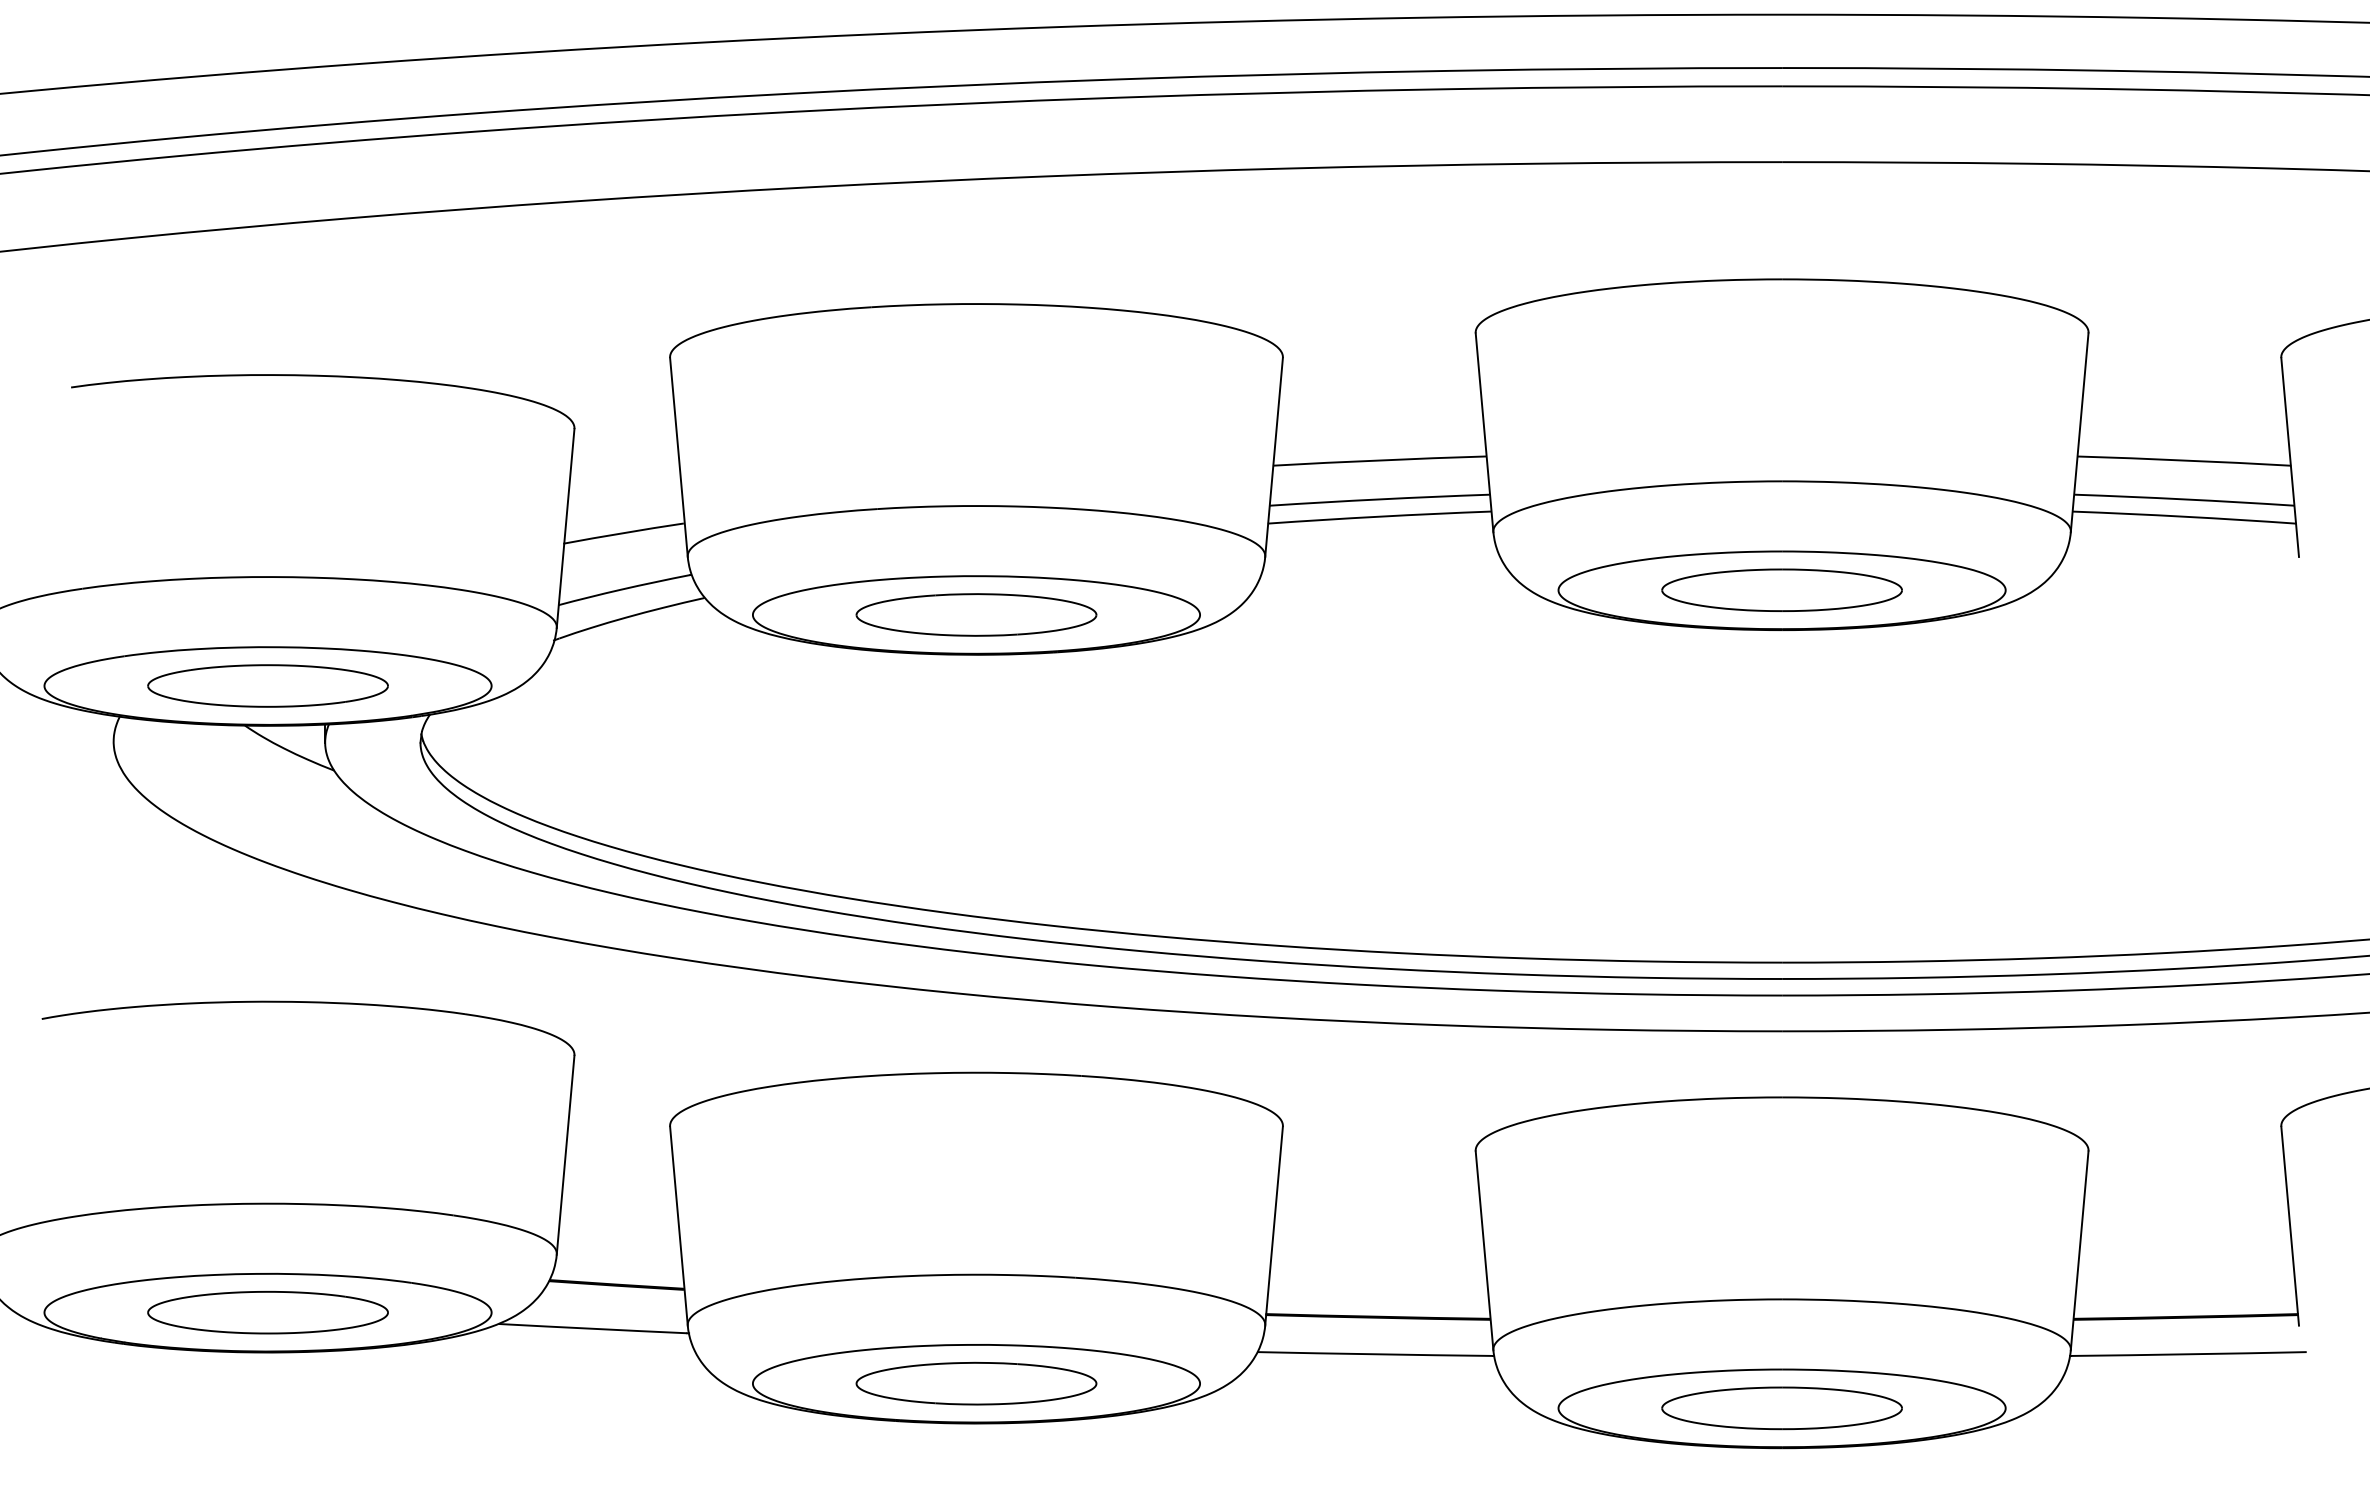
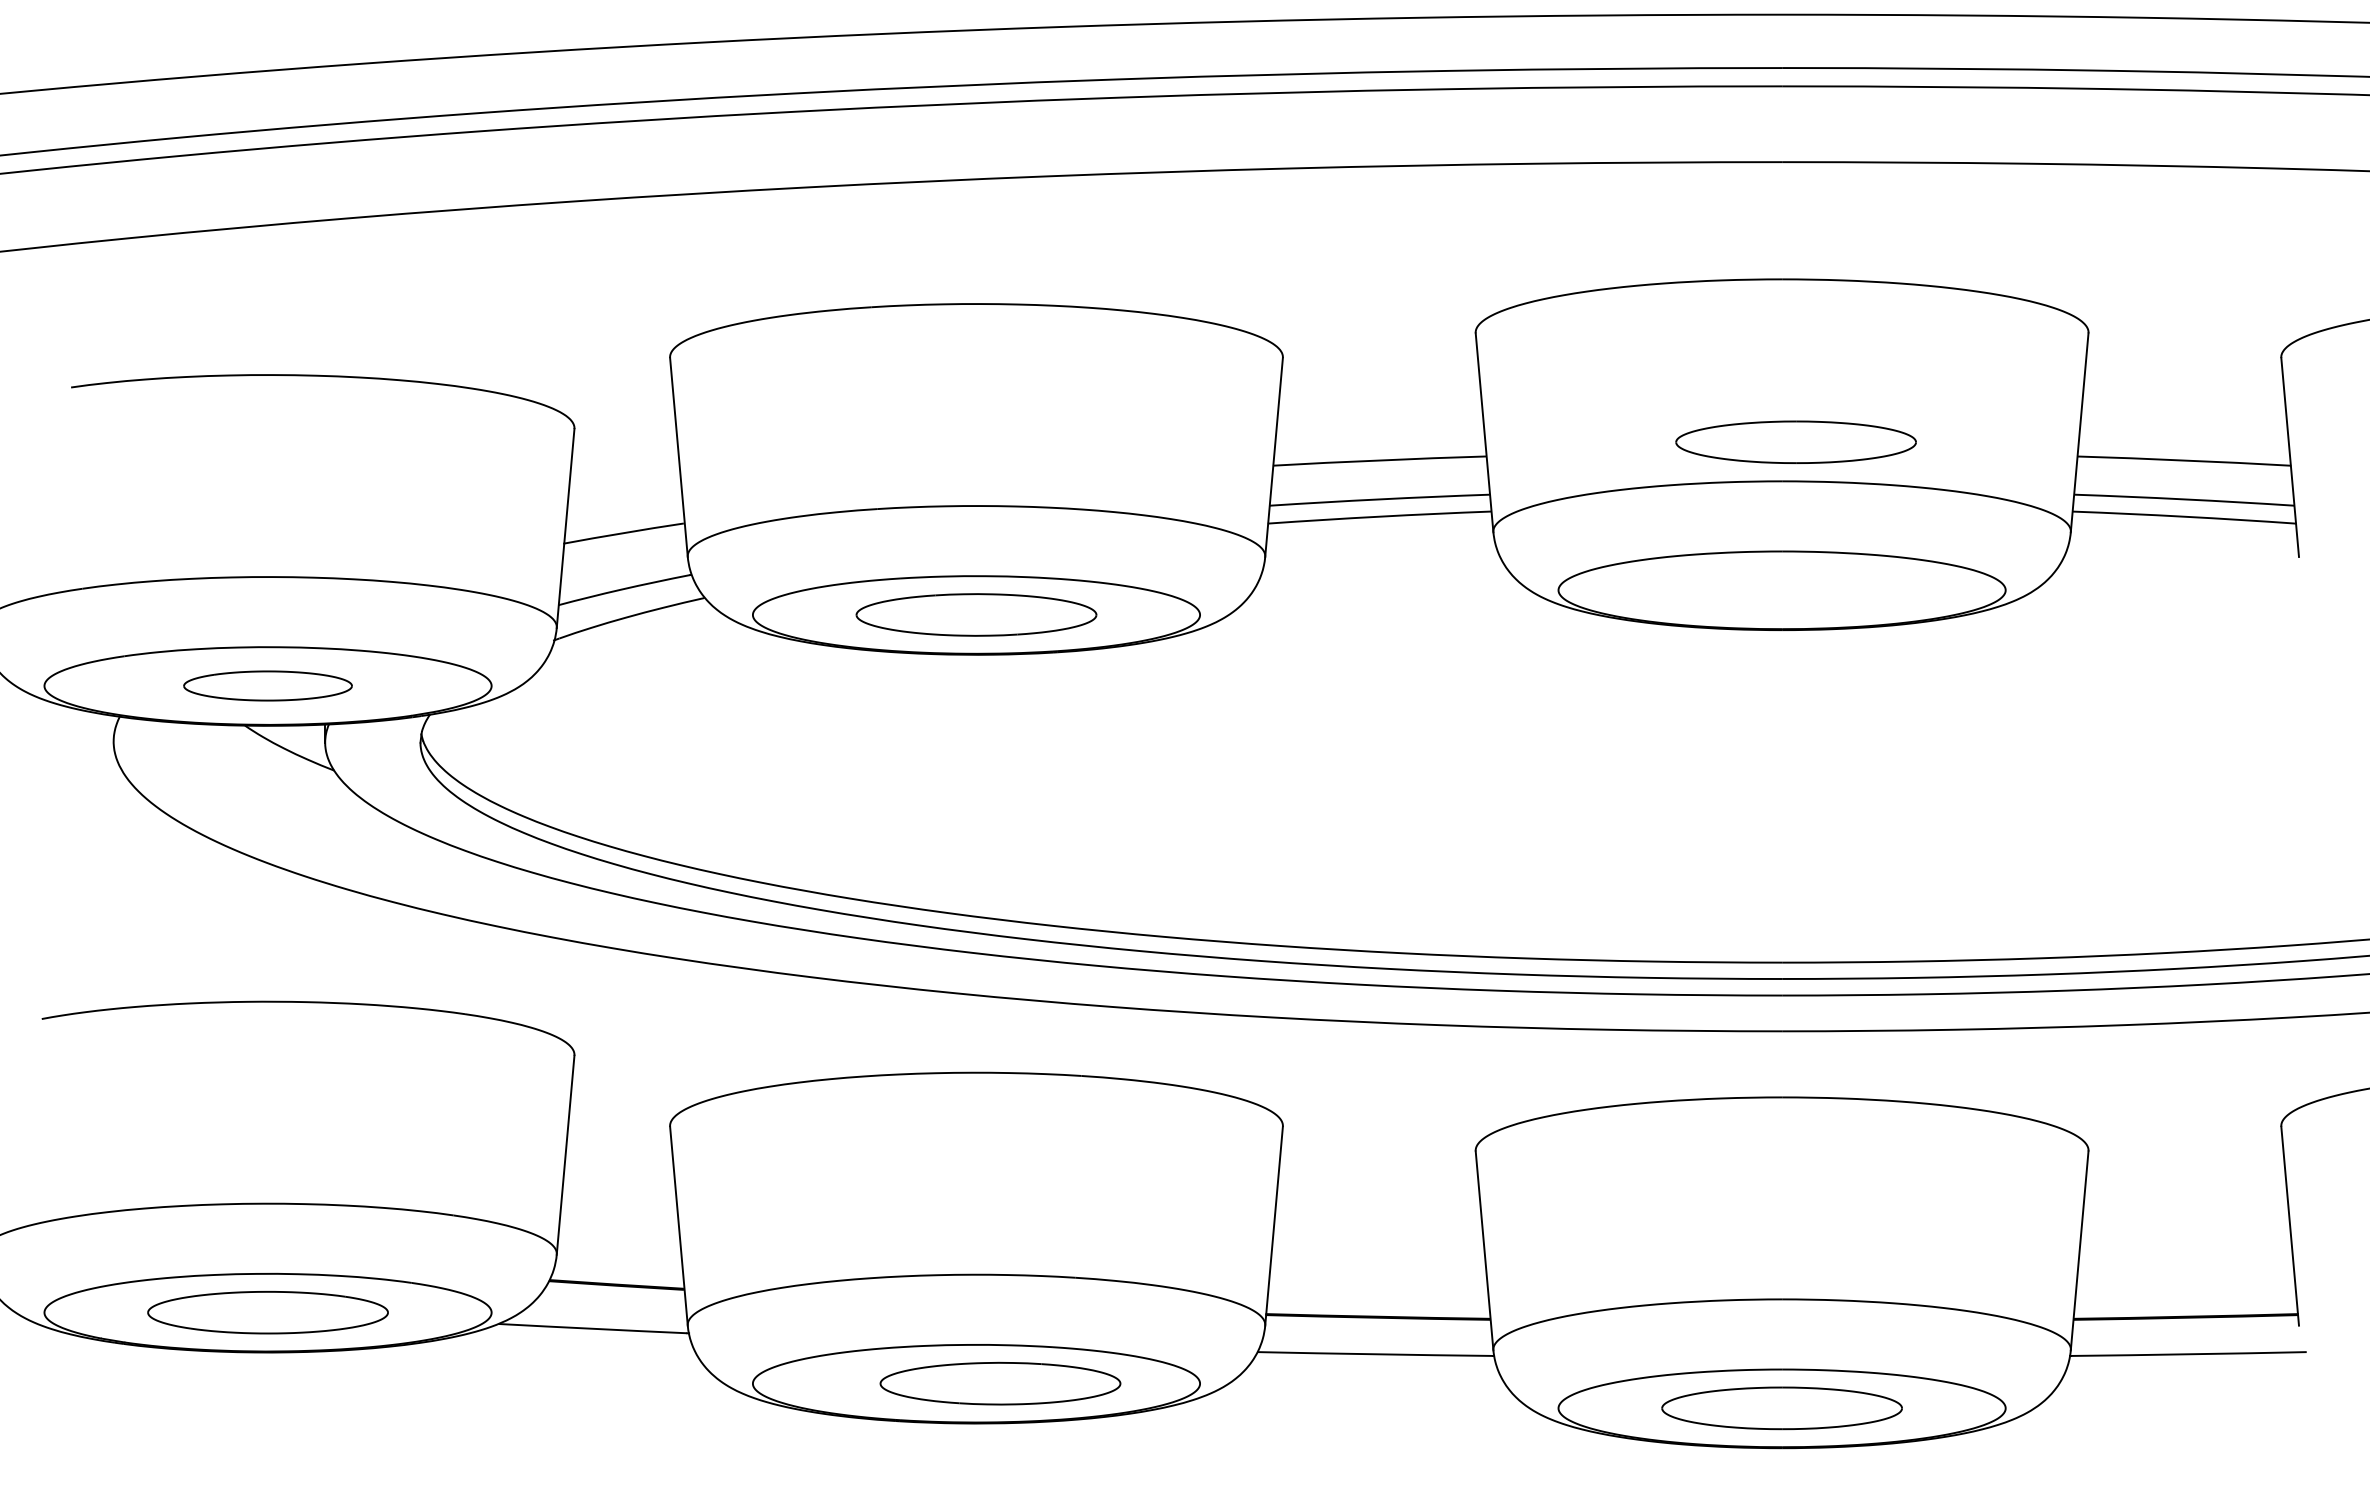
part at (1781, 589) position: (1781, 589) -> (1795, 441)
part at (267, 685) size: 242x44 px -> 170x32 px
part at (976, 1383) position: (976, 1383) -> (1000, 1383)
